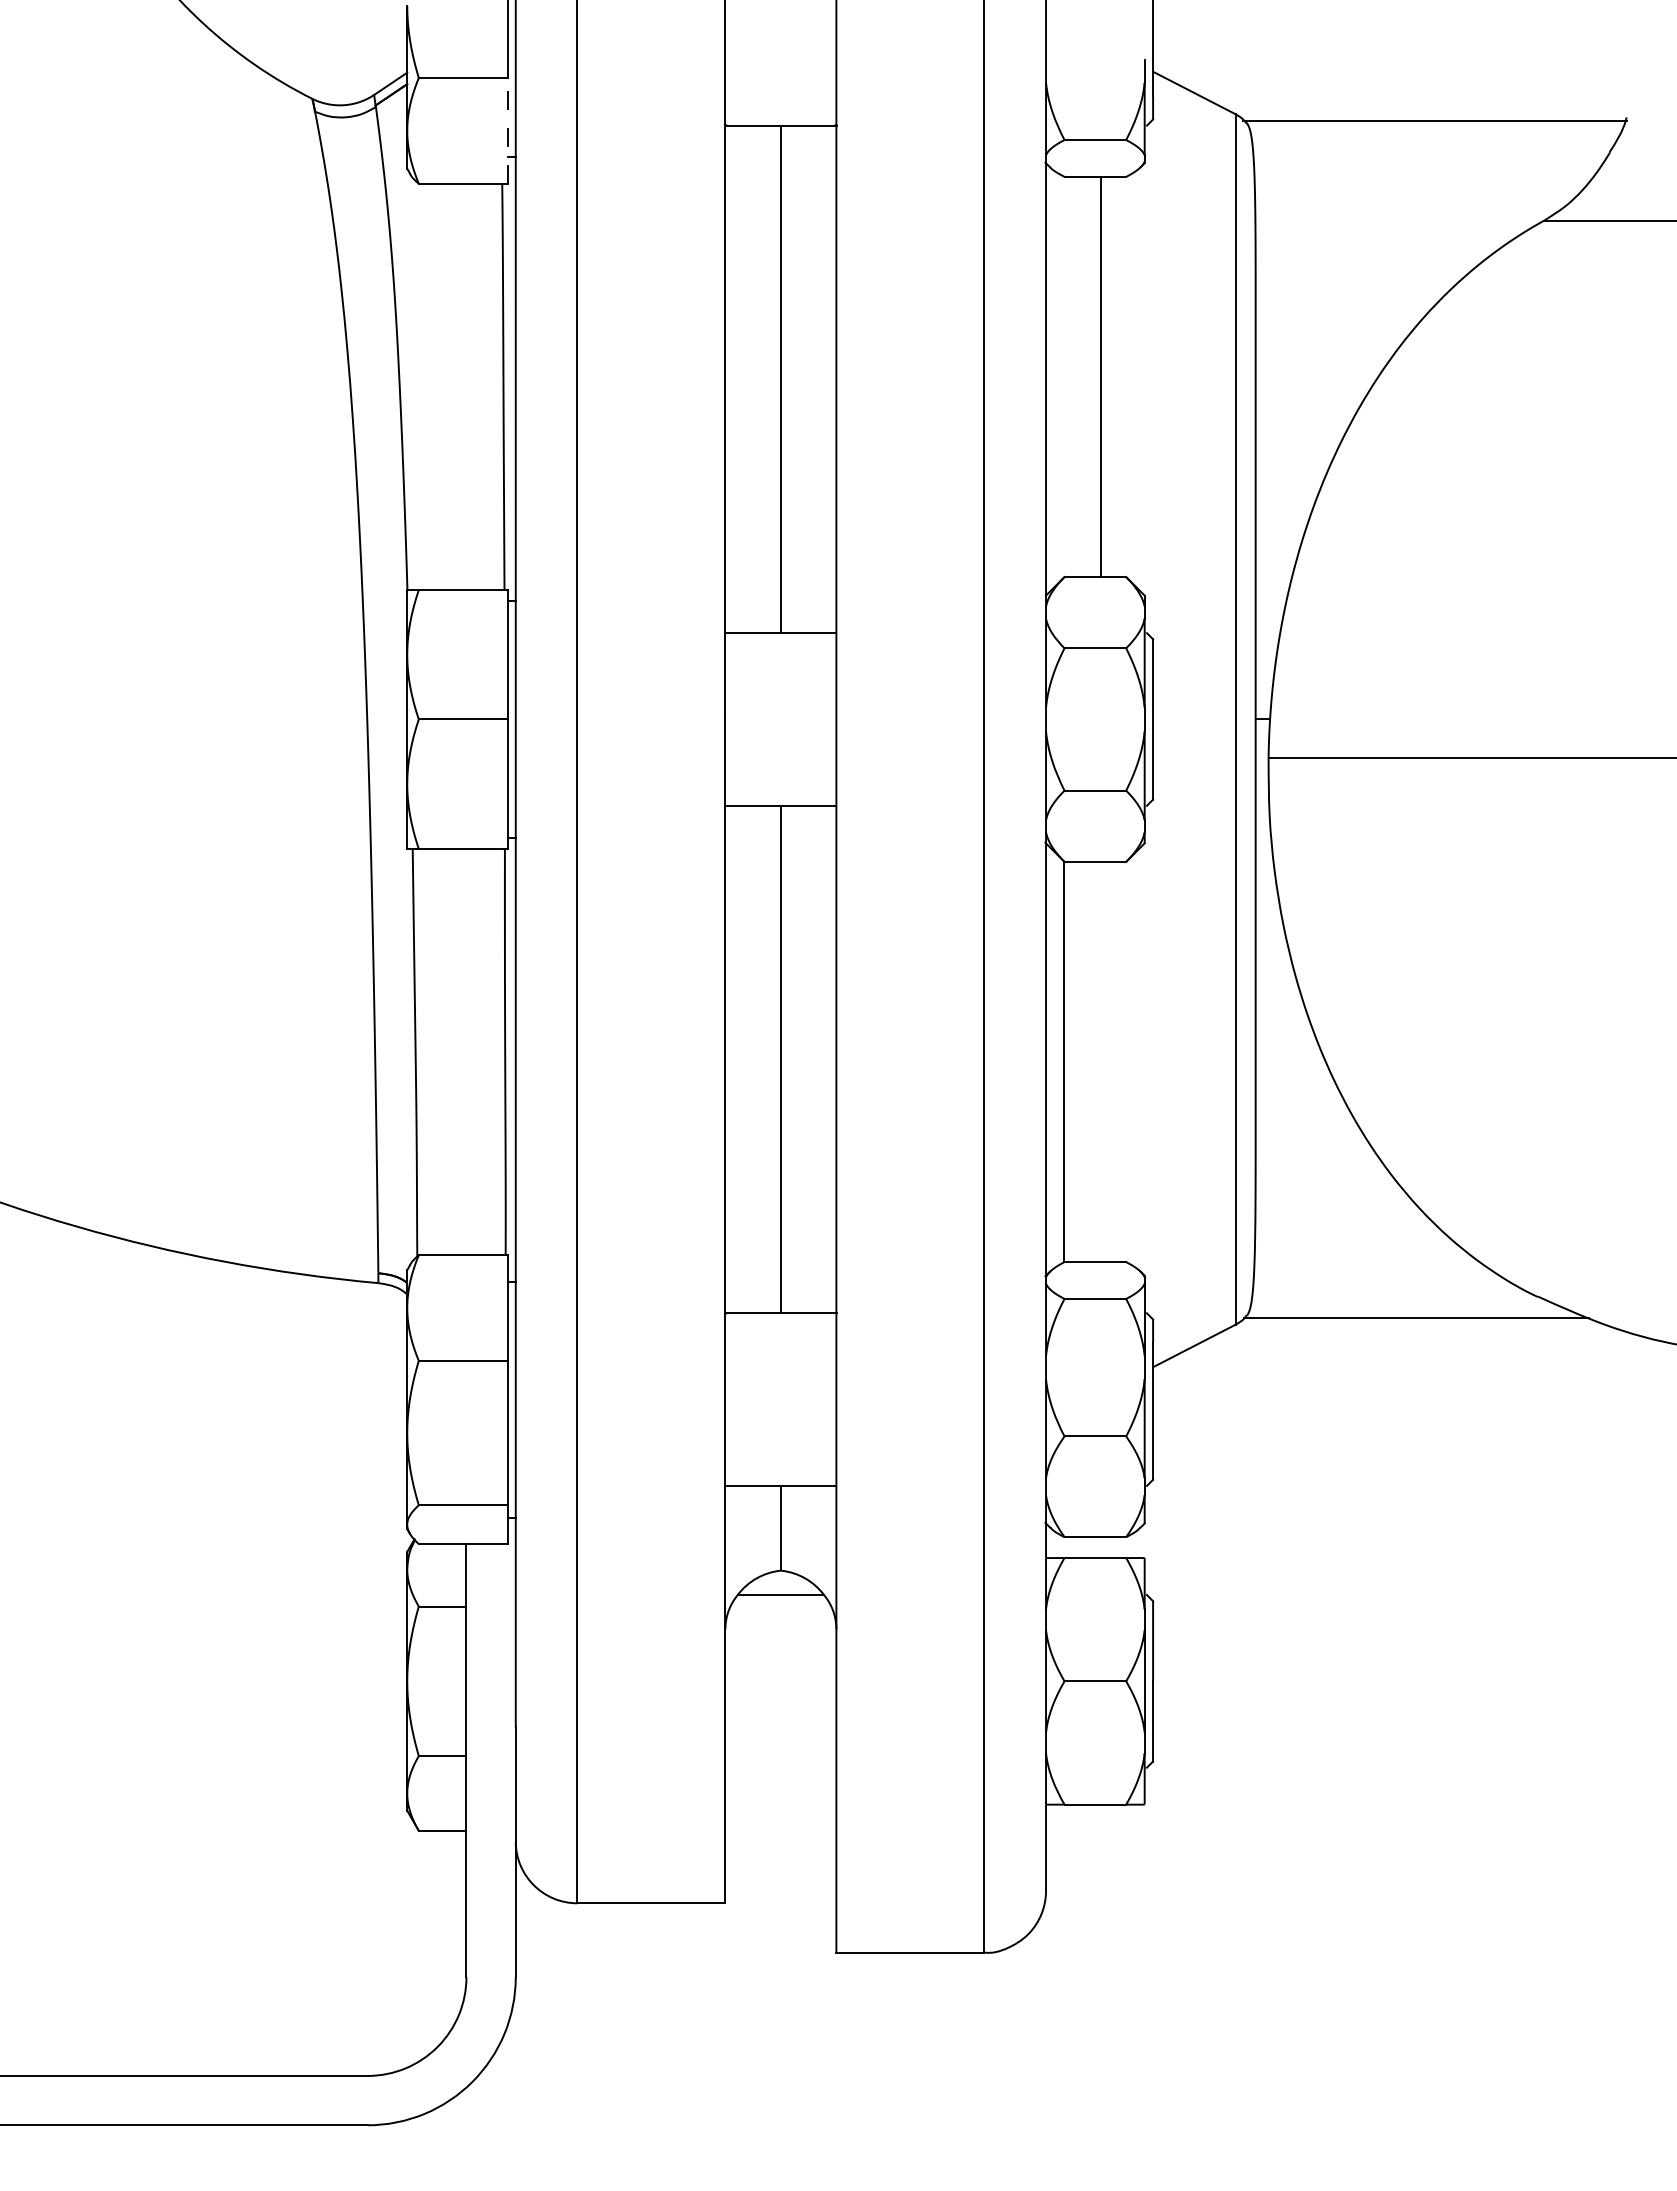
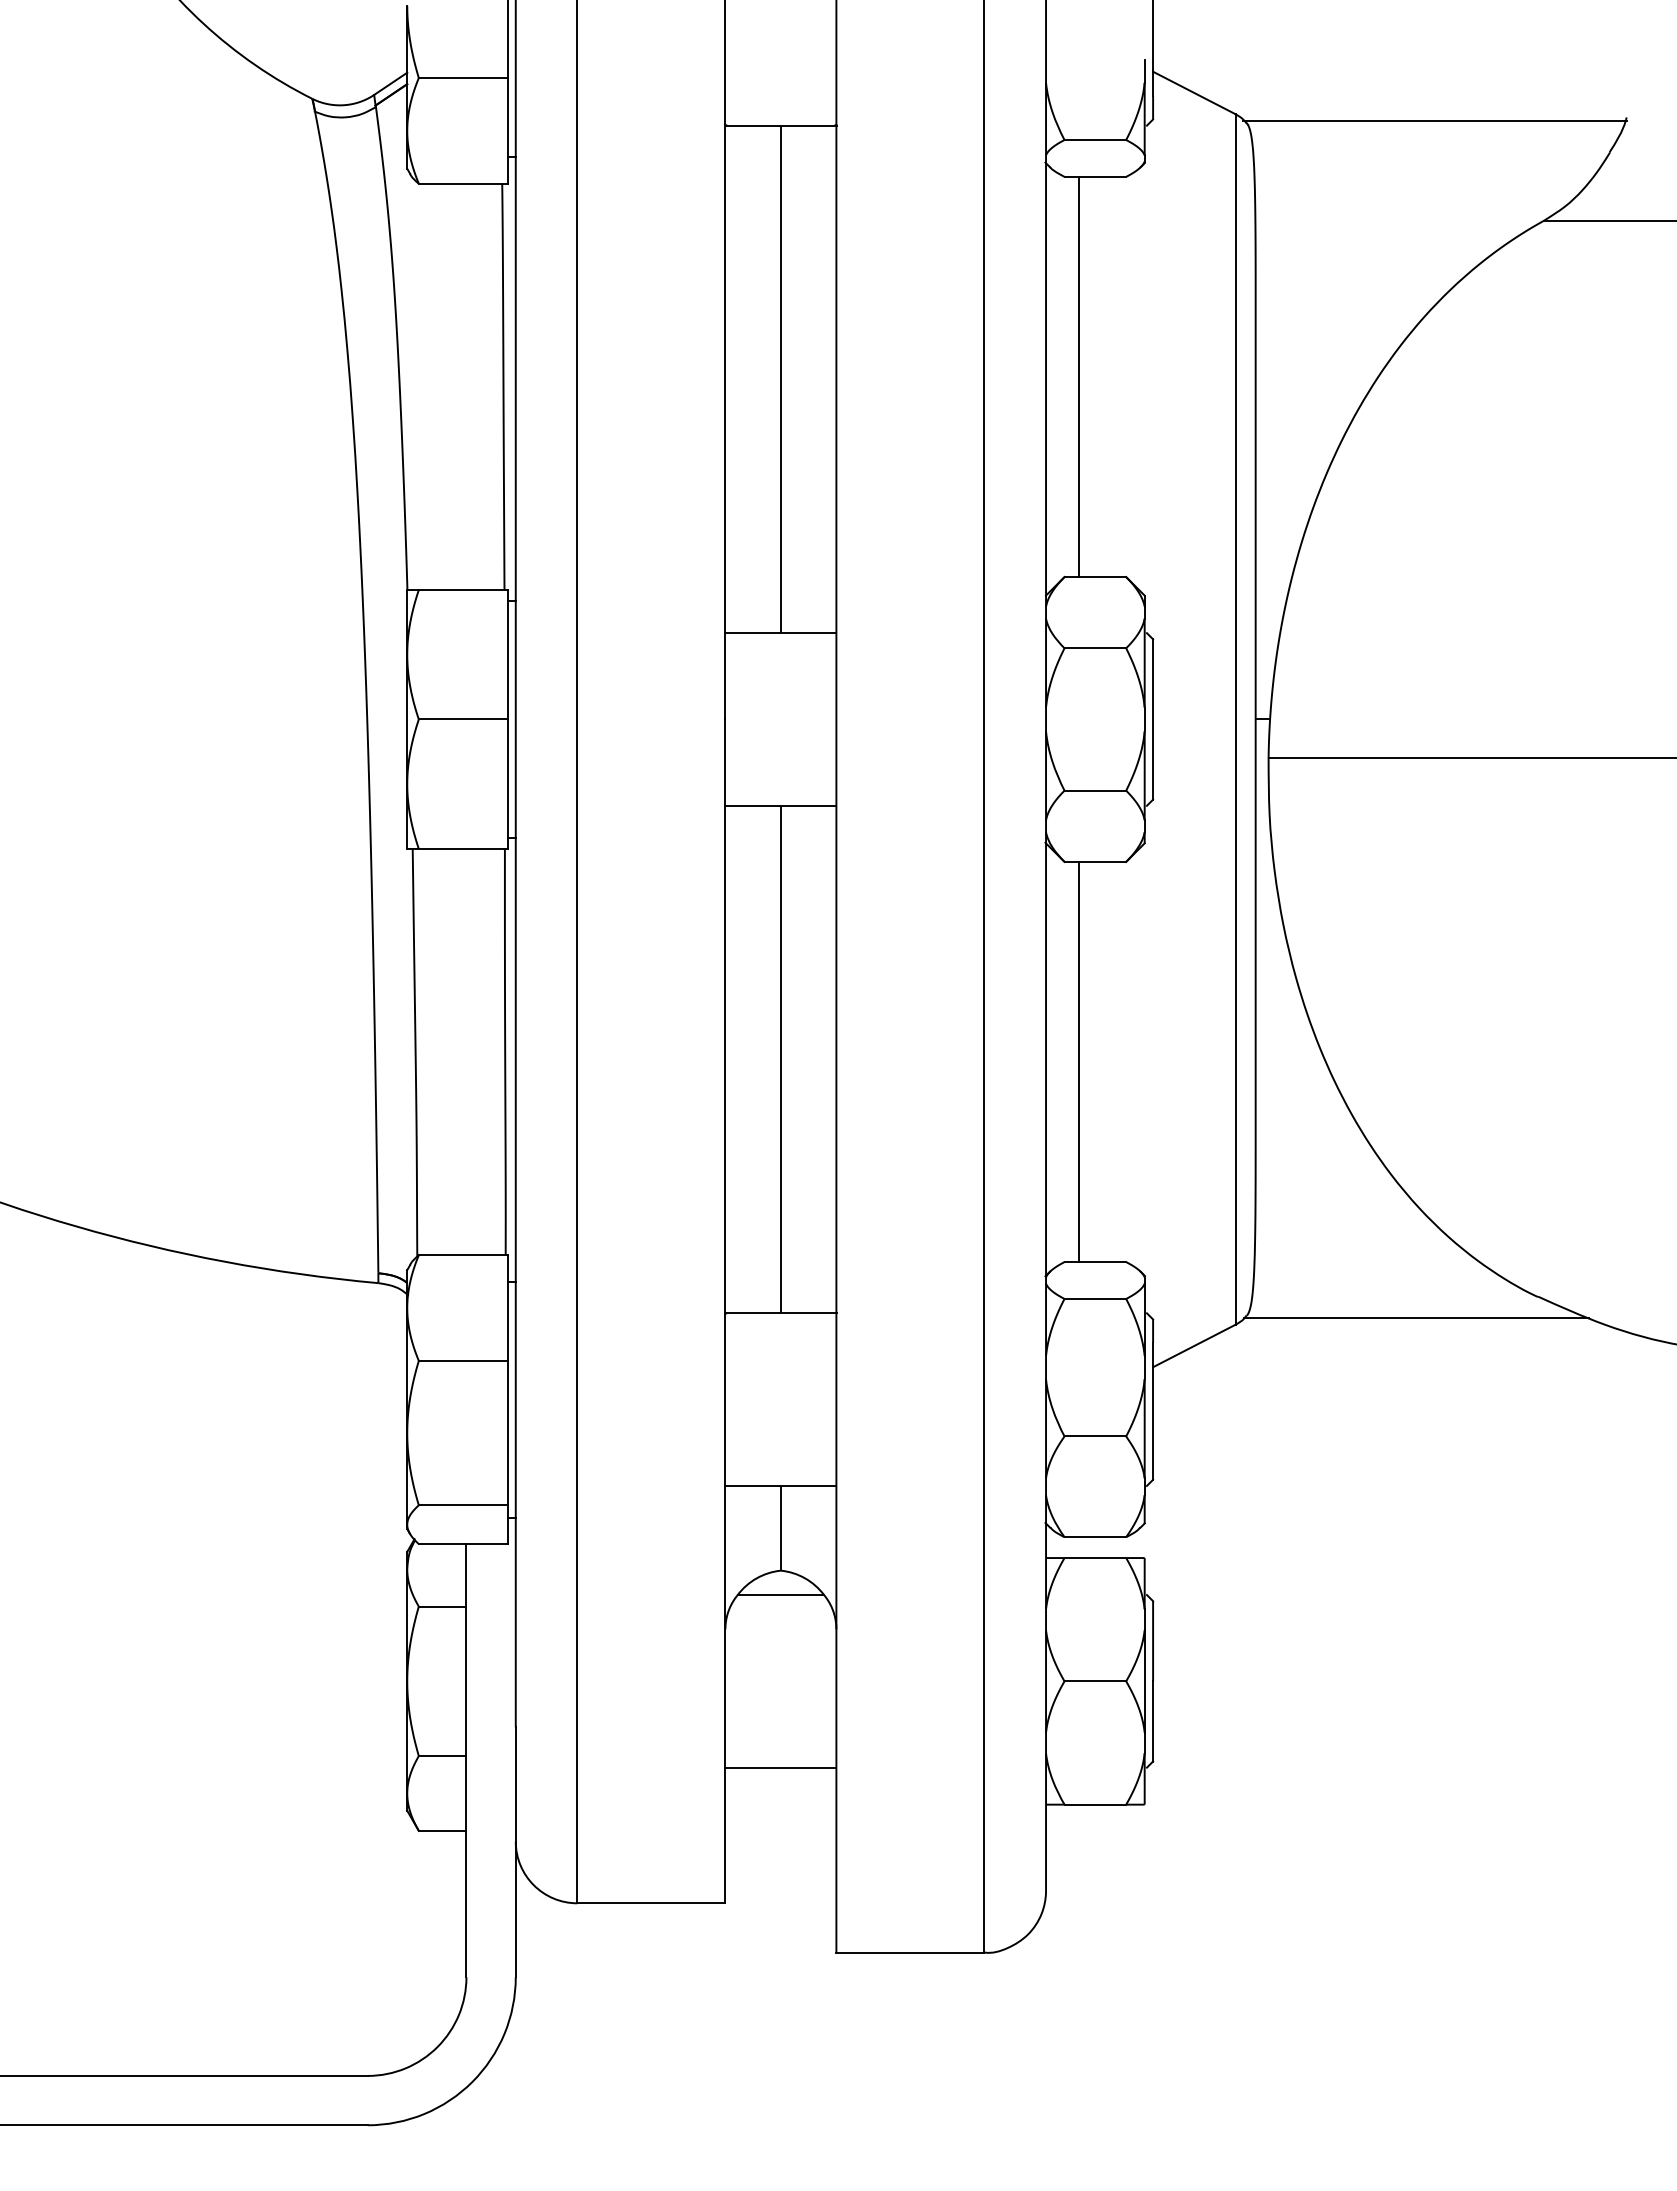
line at (508, 130): dashed -> solid
line at (1101, 376) position: (1101, 376) -> (1079, 376)
line at (1064, 1061) position: (1064, 1061) -> (1079, 1061)
line at (780, 1767): none -> present
